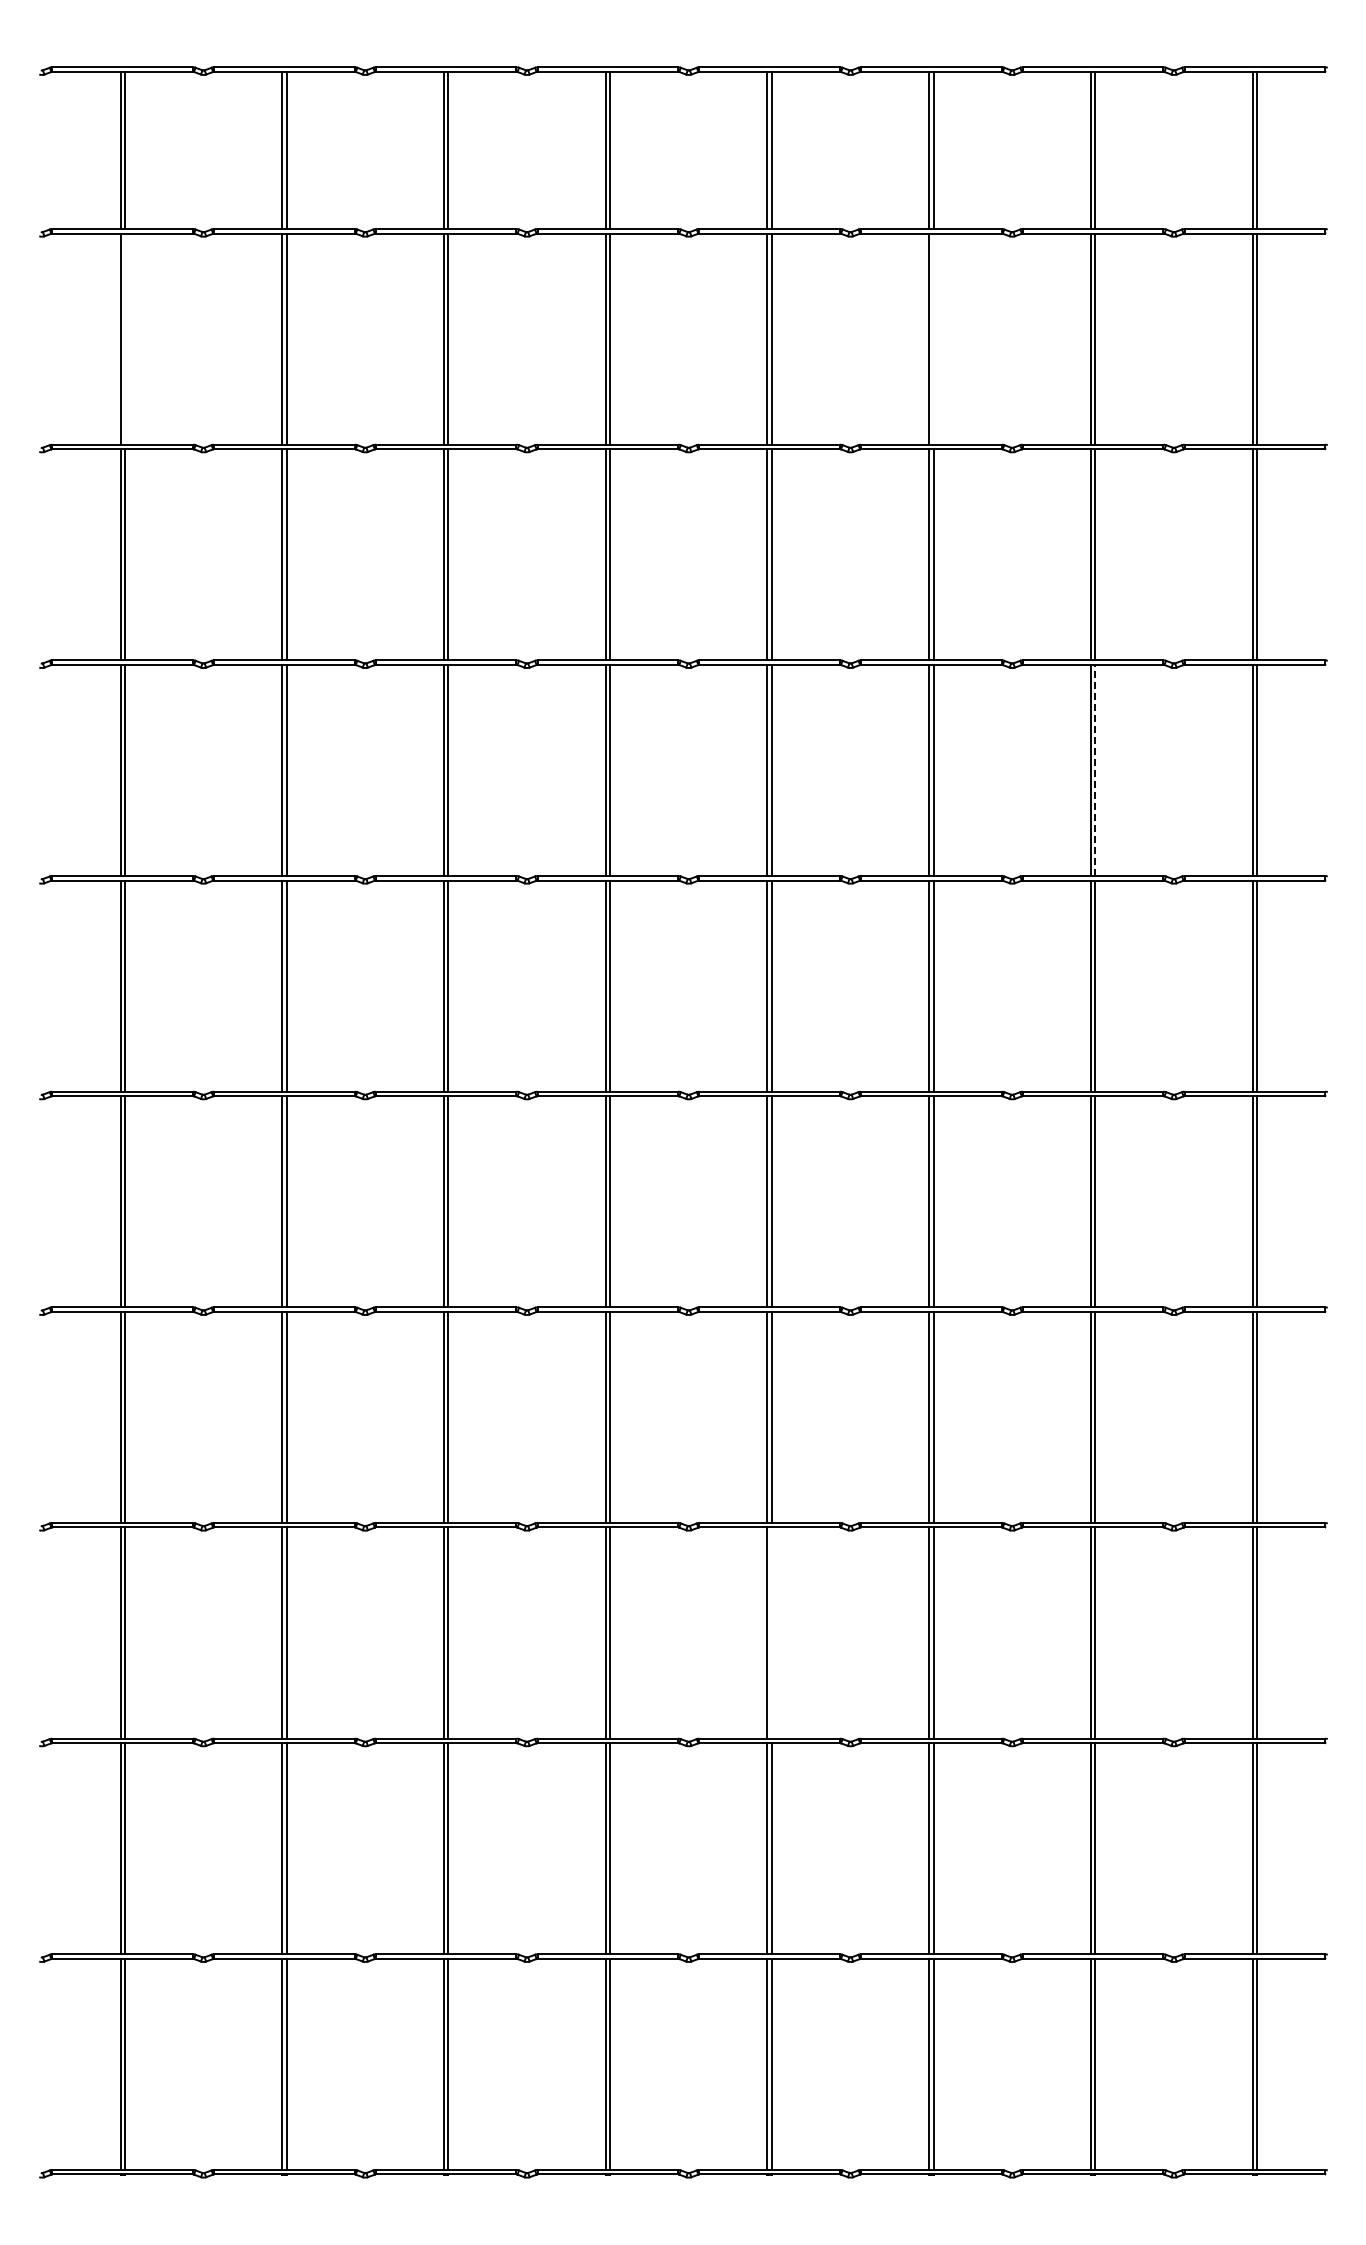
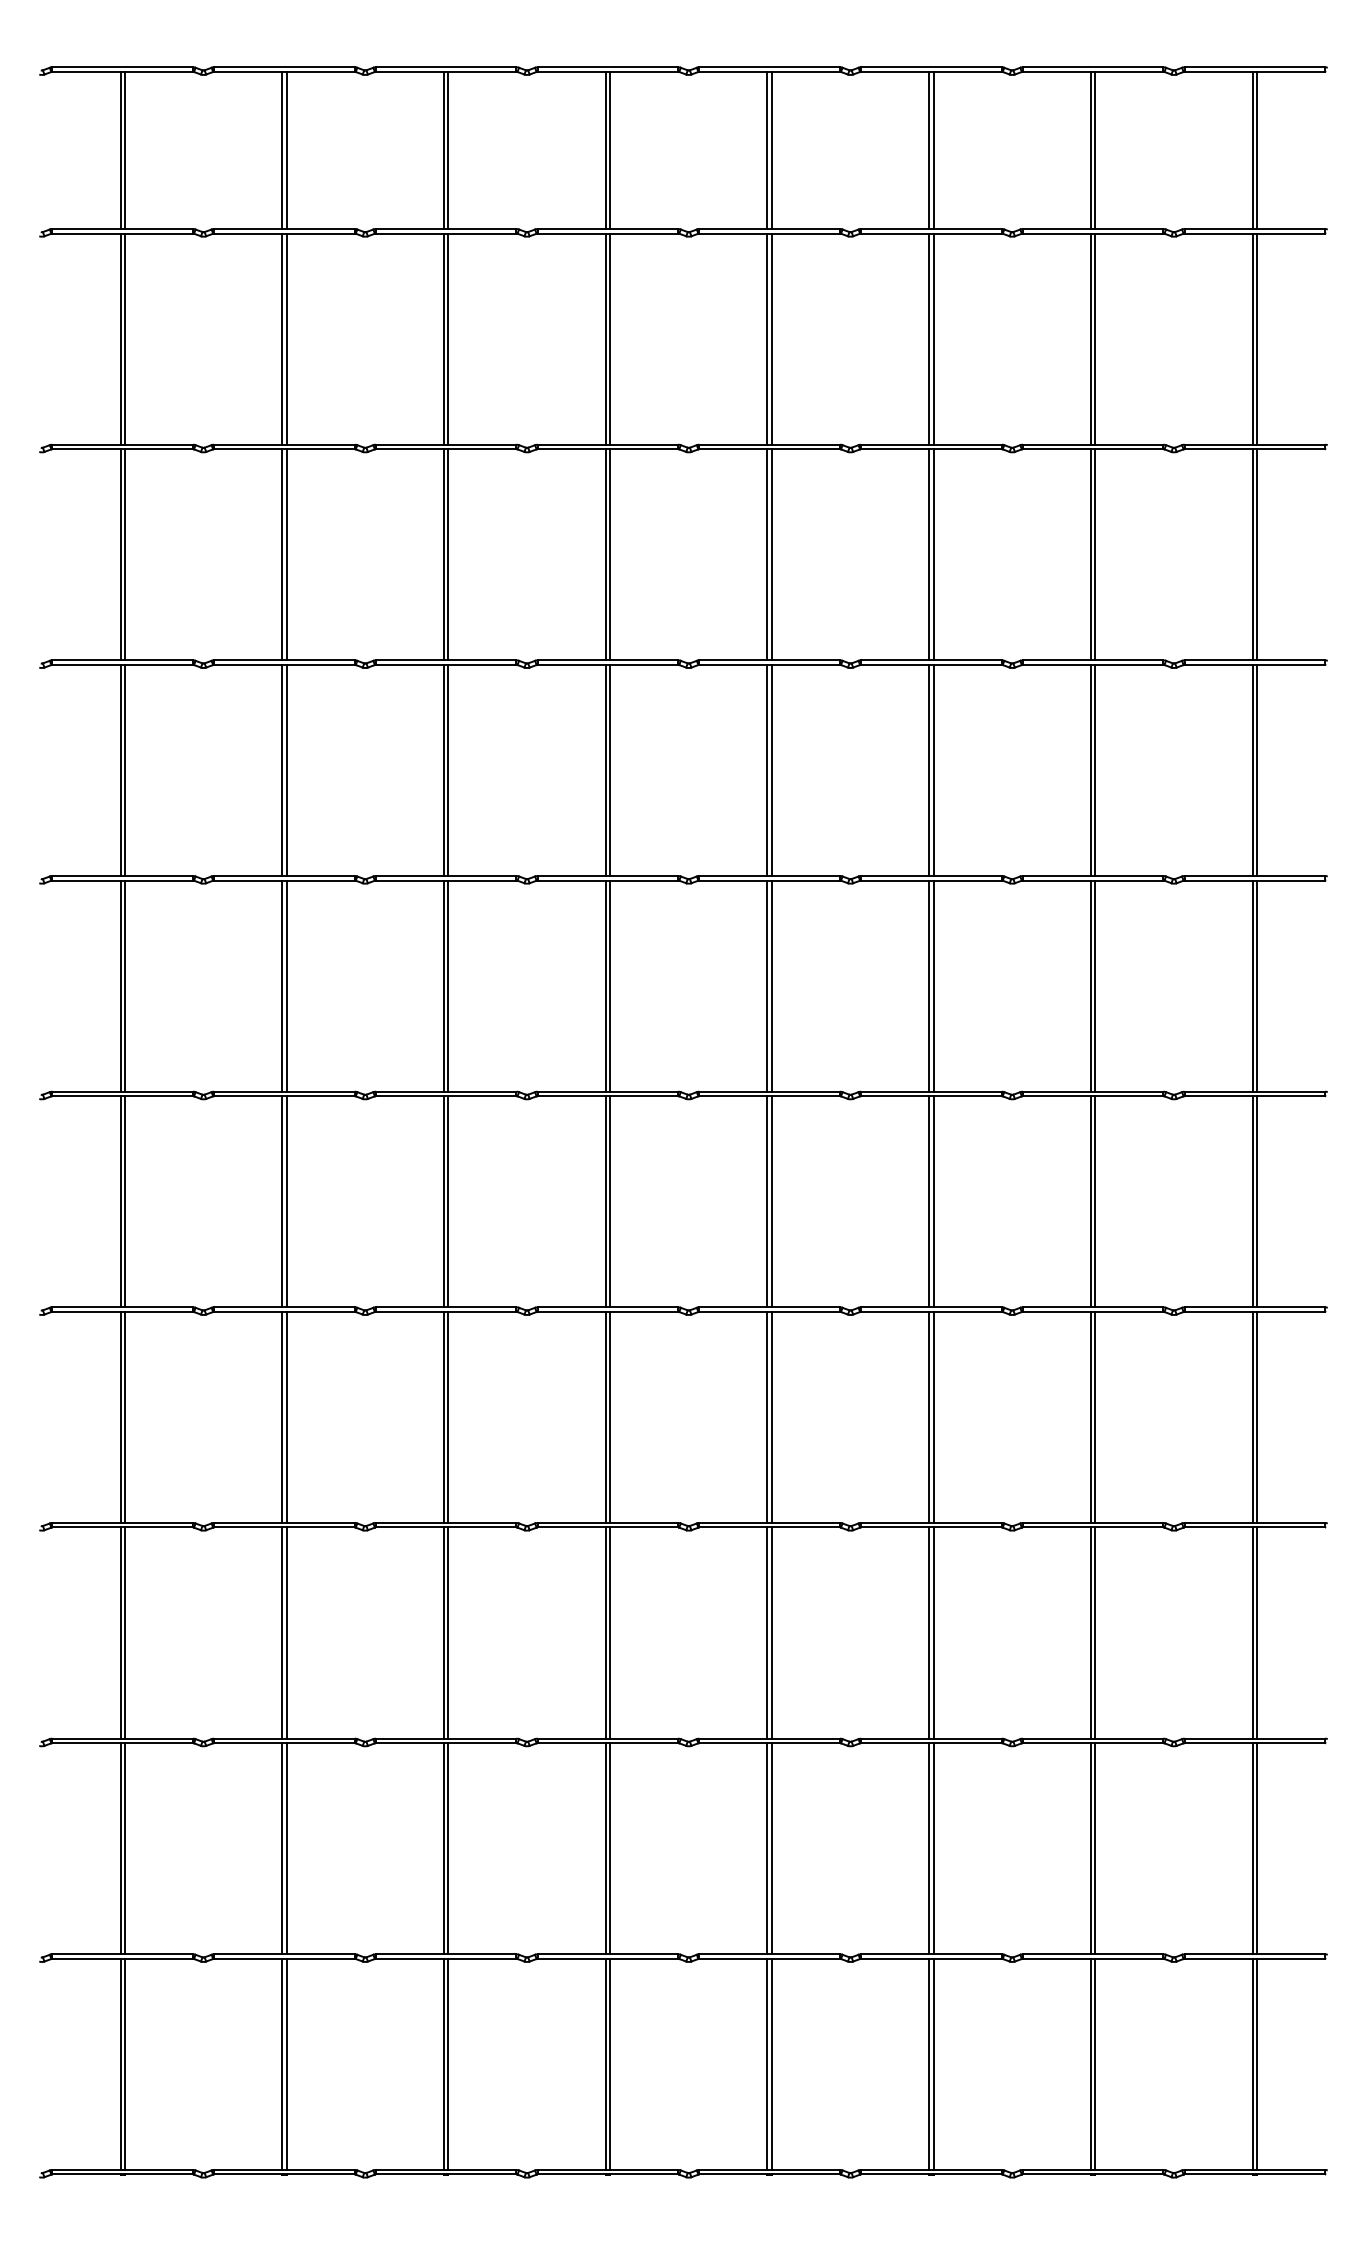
line at (124, 338): none -> present
line at (933, 338): none -> present
line at (1095, 770): dashed -> solid
line at (771, 1632): none -> present
